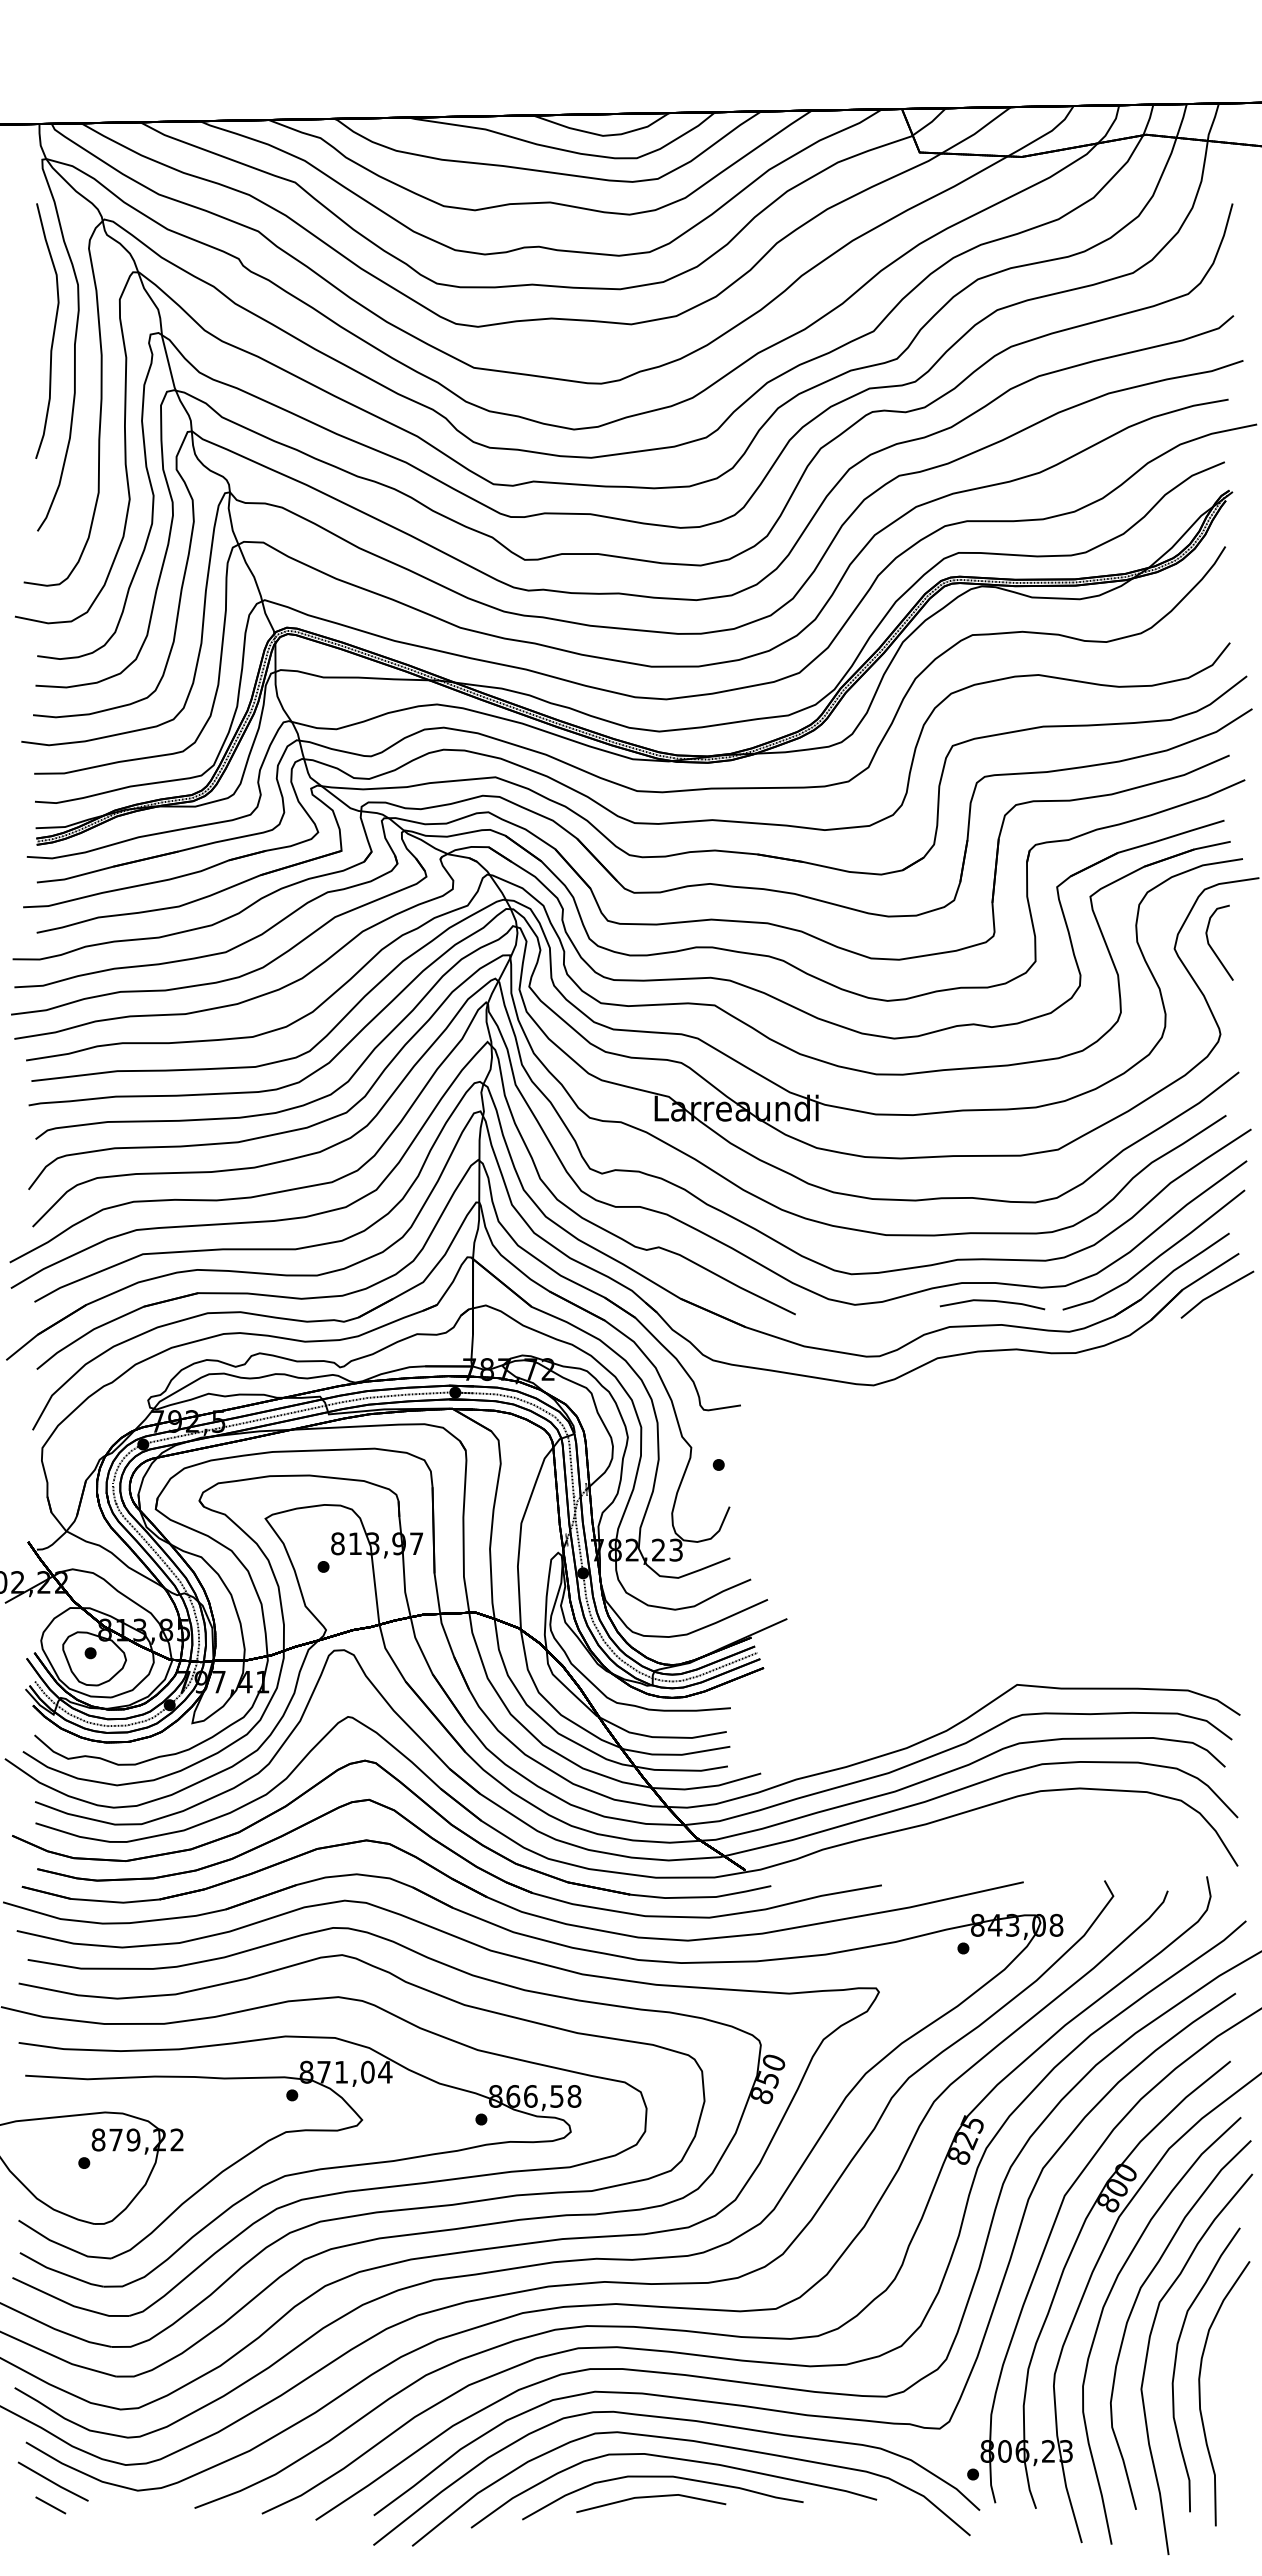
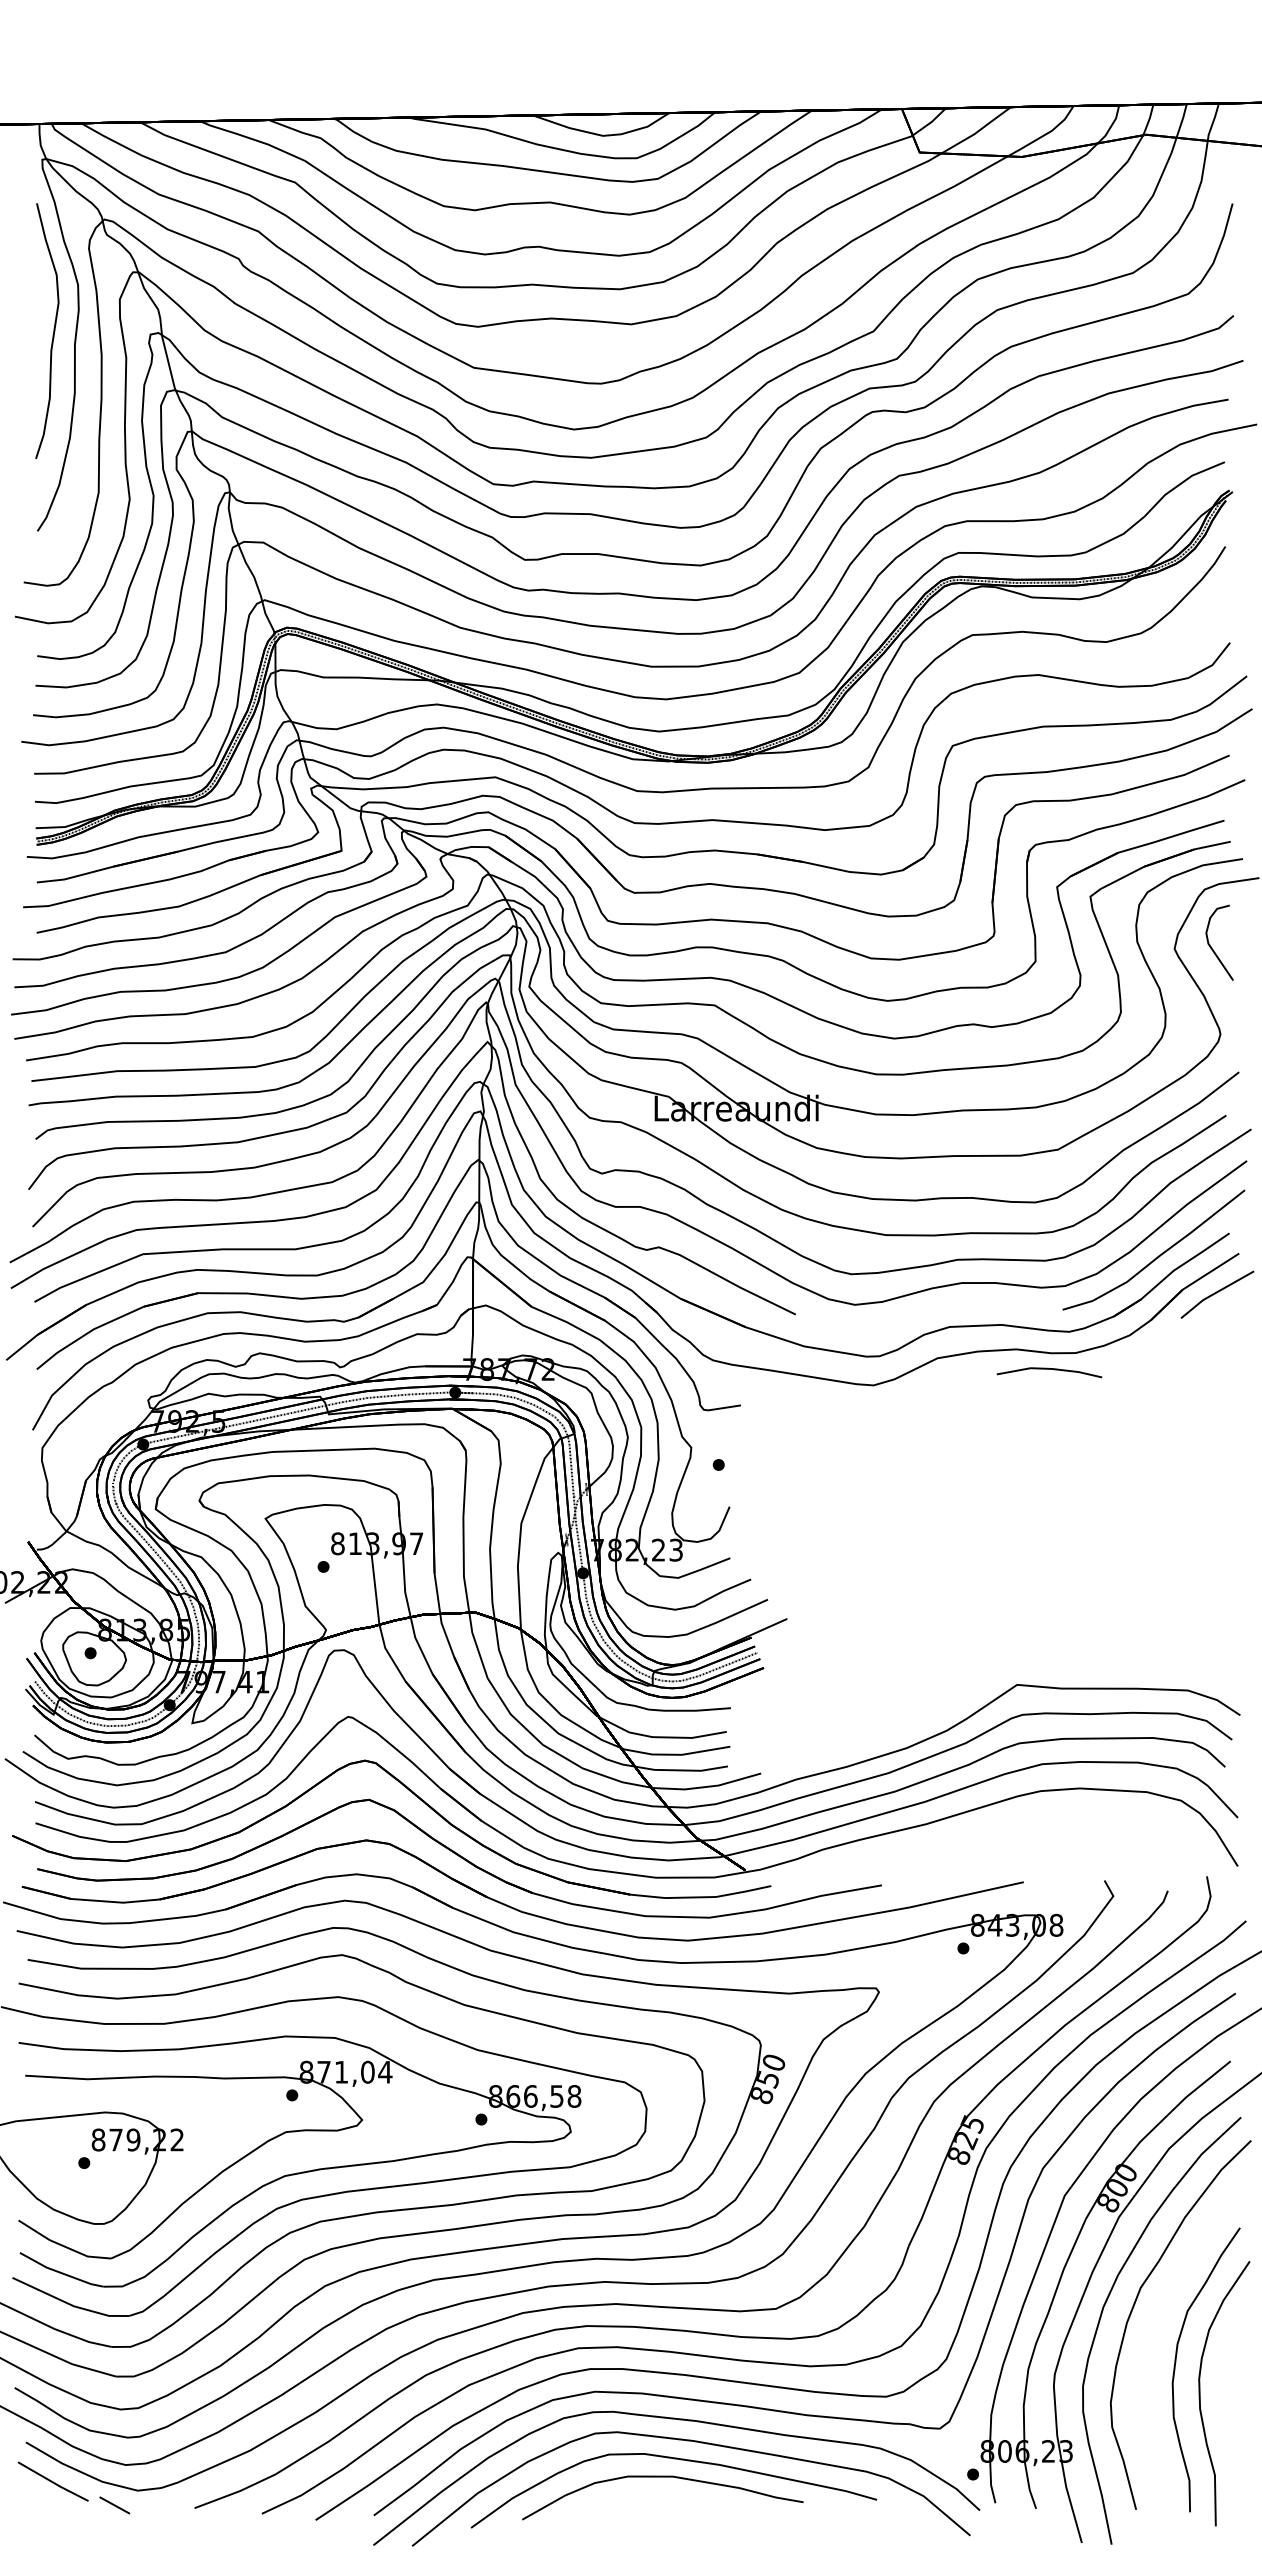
line at (992, 1301) position: (992, 1301) -> (1049, 1369)
curve at (1148, 2353): present -> none
line at (651, 2497): present -> none
line at (50, 2505) position: (50, 2505) -> (114, 2505)
